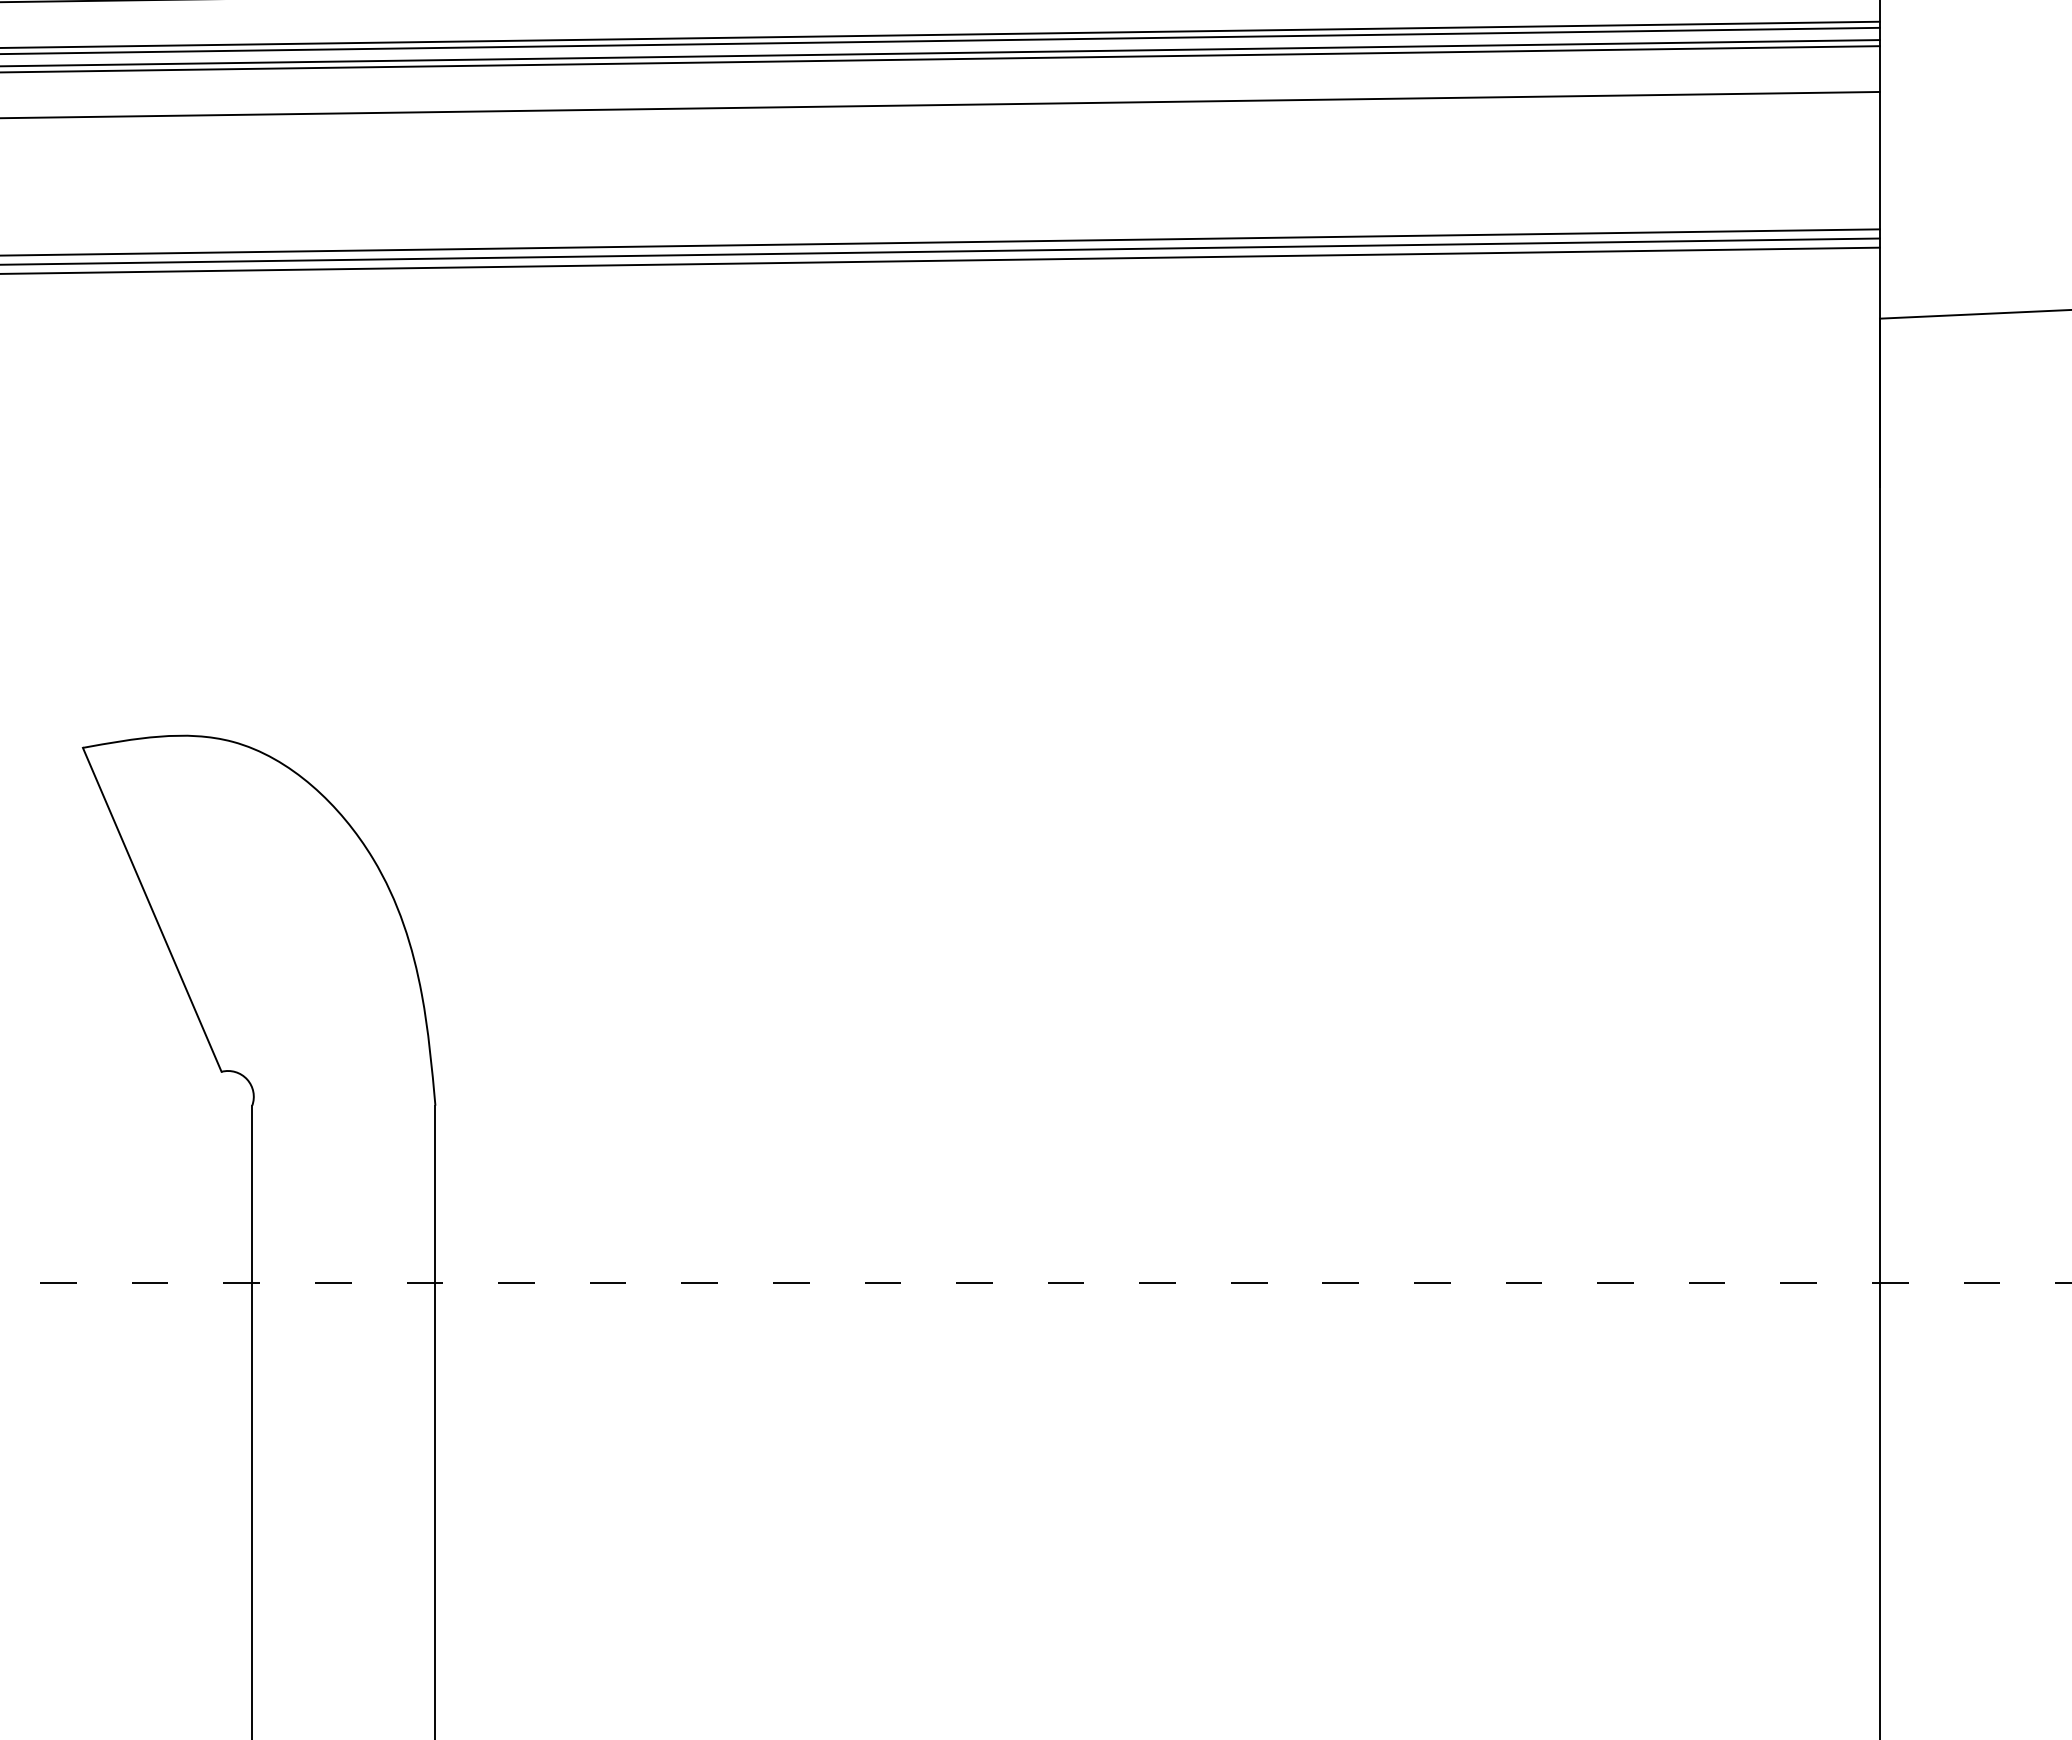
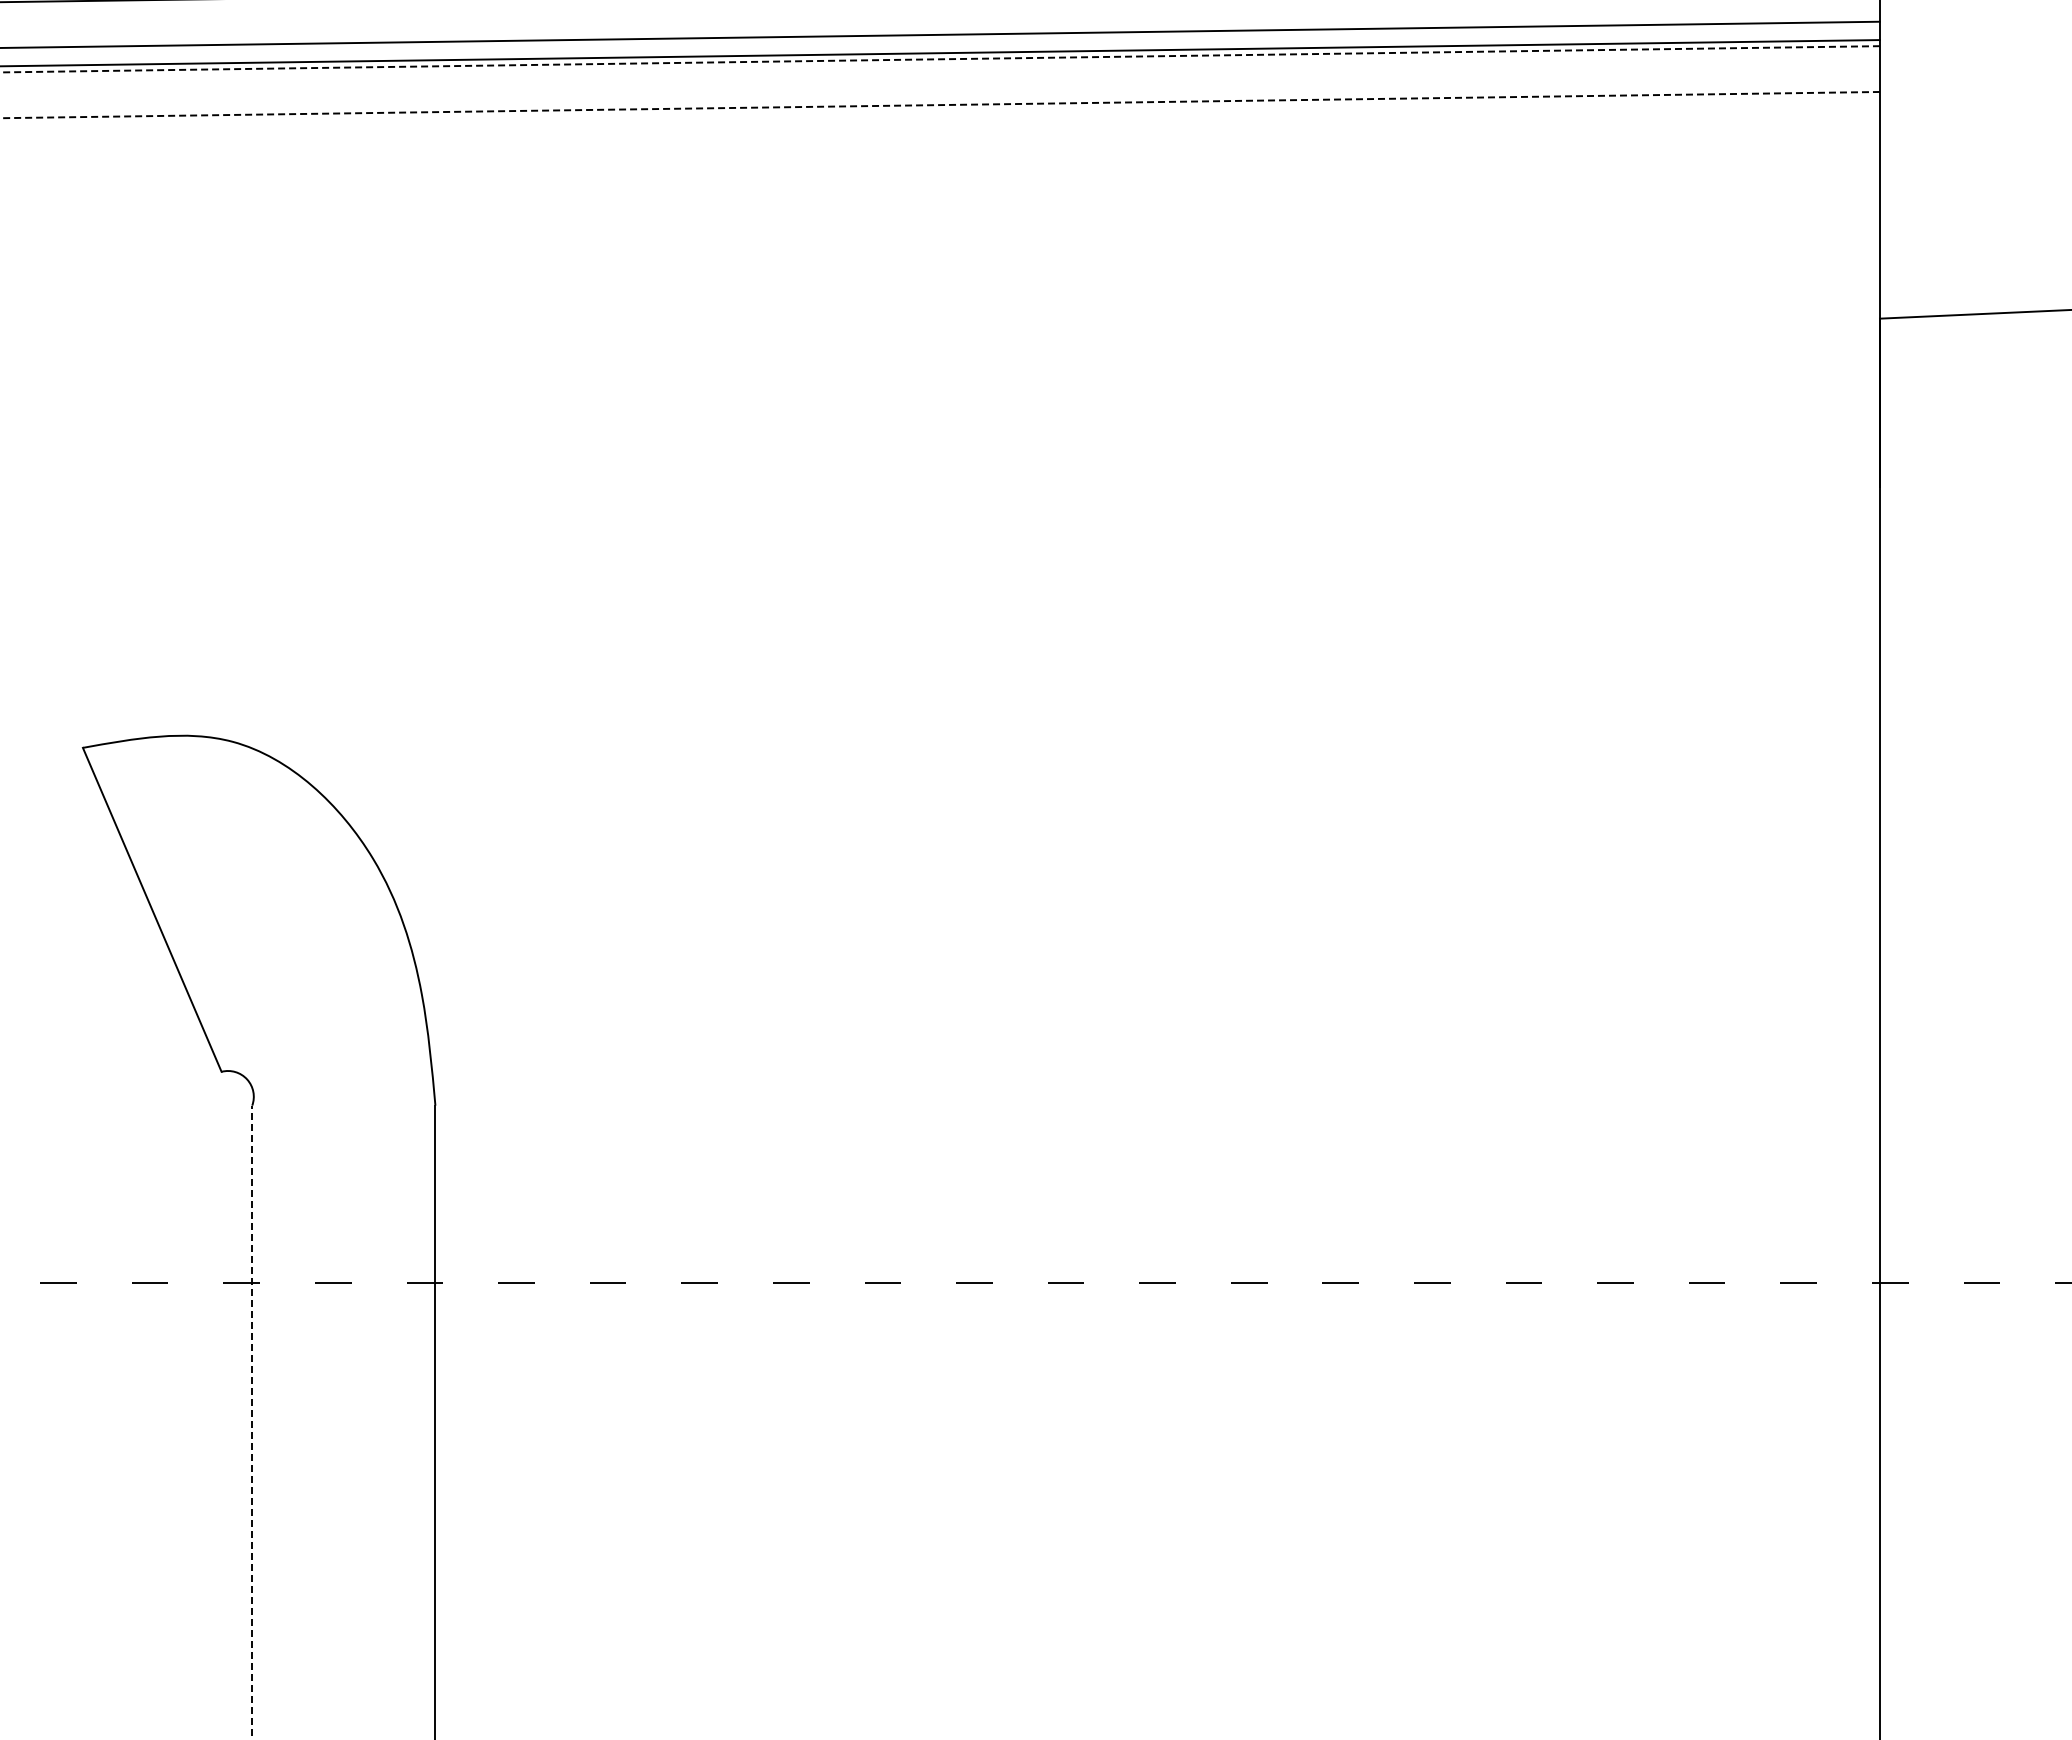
line at (940, 40): present -> none
line at (940, 59): solid -> dashed
line at (940, 105): solid -> dashed
line at (940, 242): present -> none
line at (940, 251): present -> none
line at (940, 260): present -> none
line at (252, 1422): solid -> dashed
